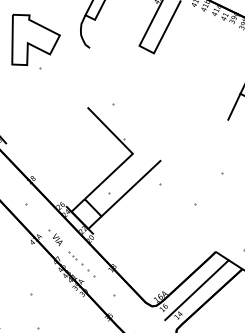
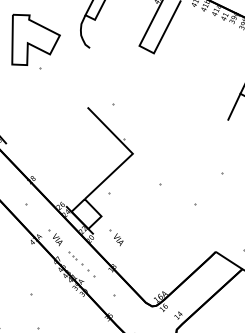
line at (130, 188): present -> none
part at (116, 237): none -> present
line at (196, 290): present -> none
